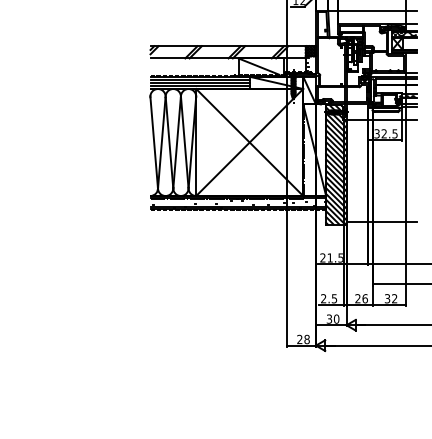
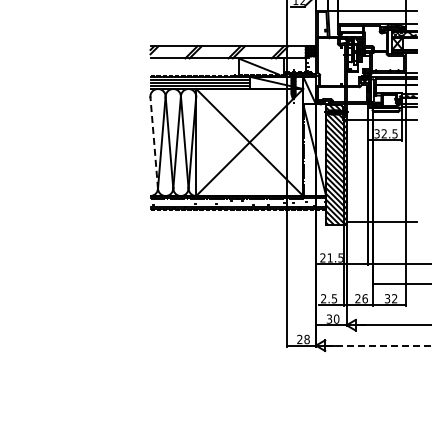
line at (154, 142): solid -> dashed
line at (378, 345): solid -> dashed
